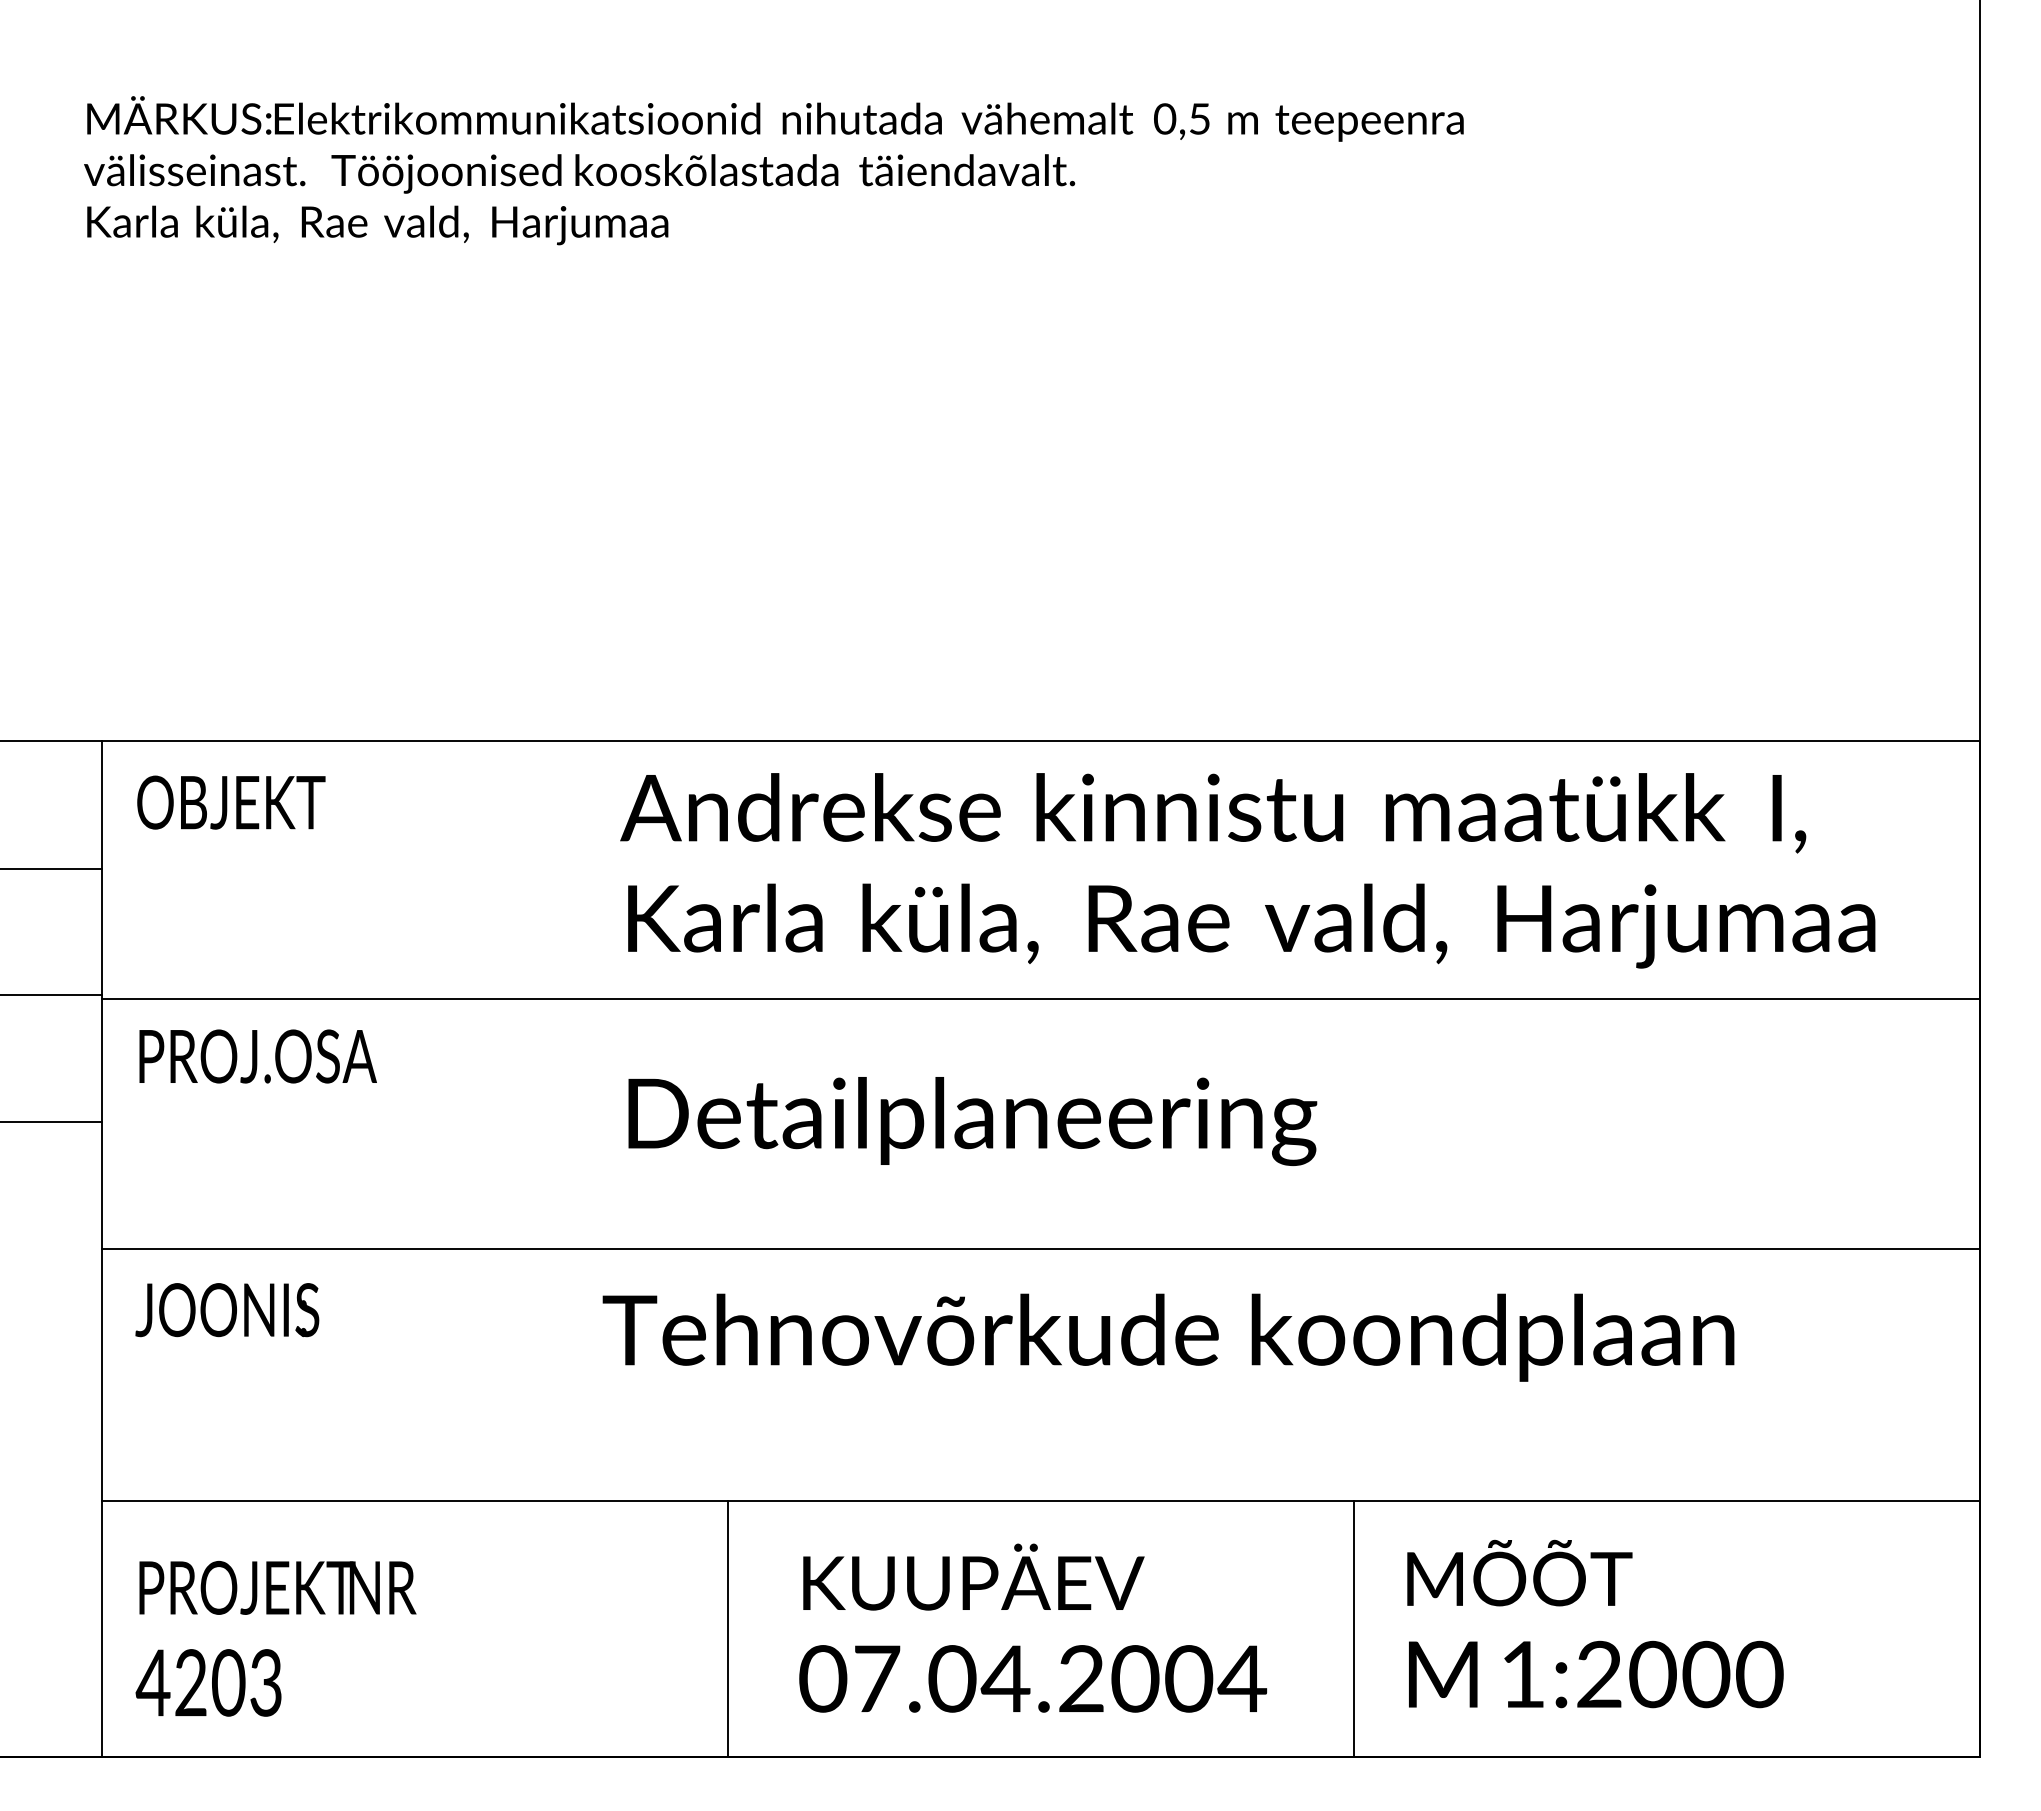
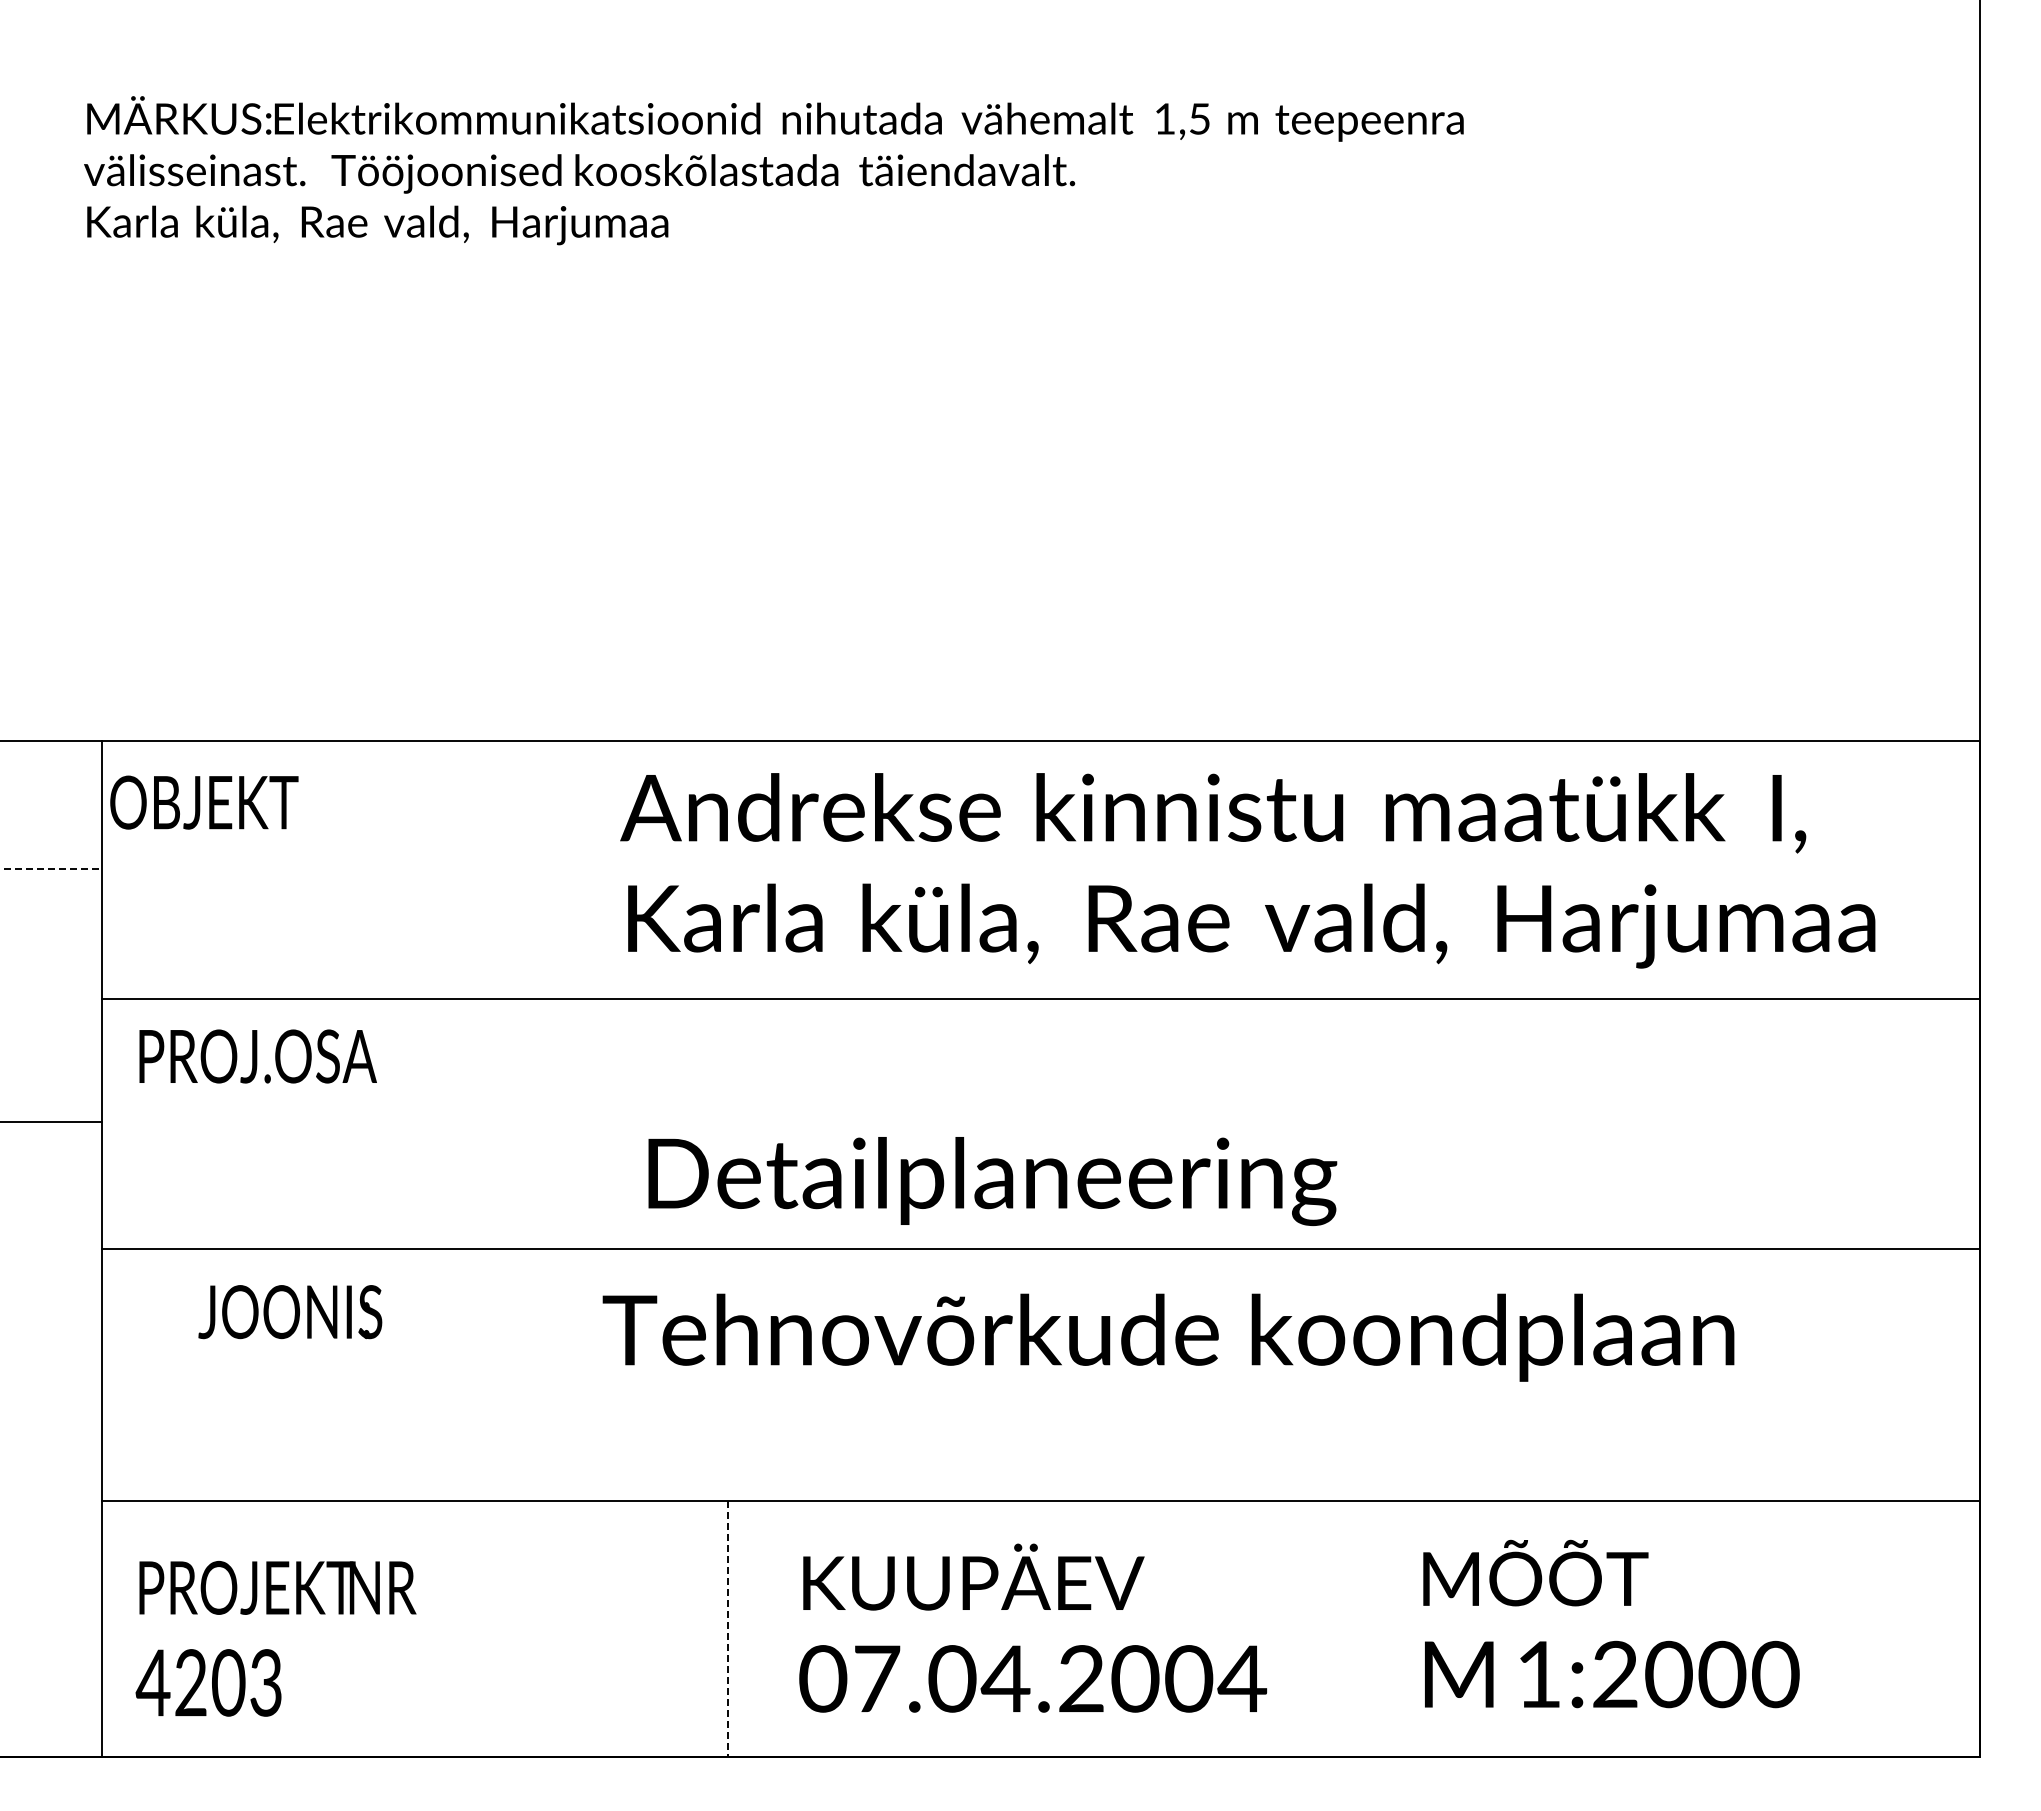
text at (1165, 118): 0,5 -> 1,5
text at (231, 802) position: (231, 802) -> (204, 802)
line at (51, 868): solid -> dashed
line at (52, 995): present -> none
text at (972, 1121) position: (972, 1121) -> (992, 1181)
text at (227, 1310) position: (227, 1310) -> (290, 1312)
text at (1595, 1623) position: (1595, 1623) -> (1611, 1623)
line at (1353, 1628): present -> none
line at (728, 1629): solid -> dashed
